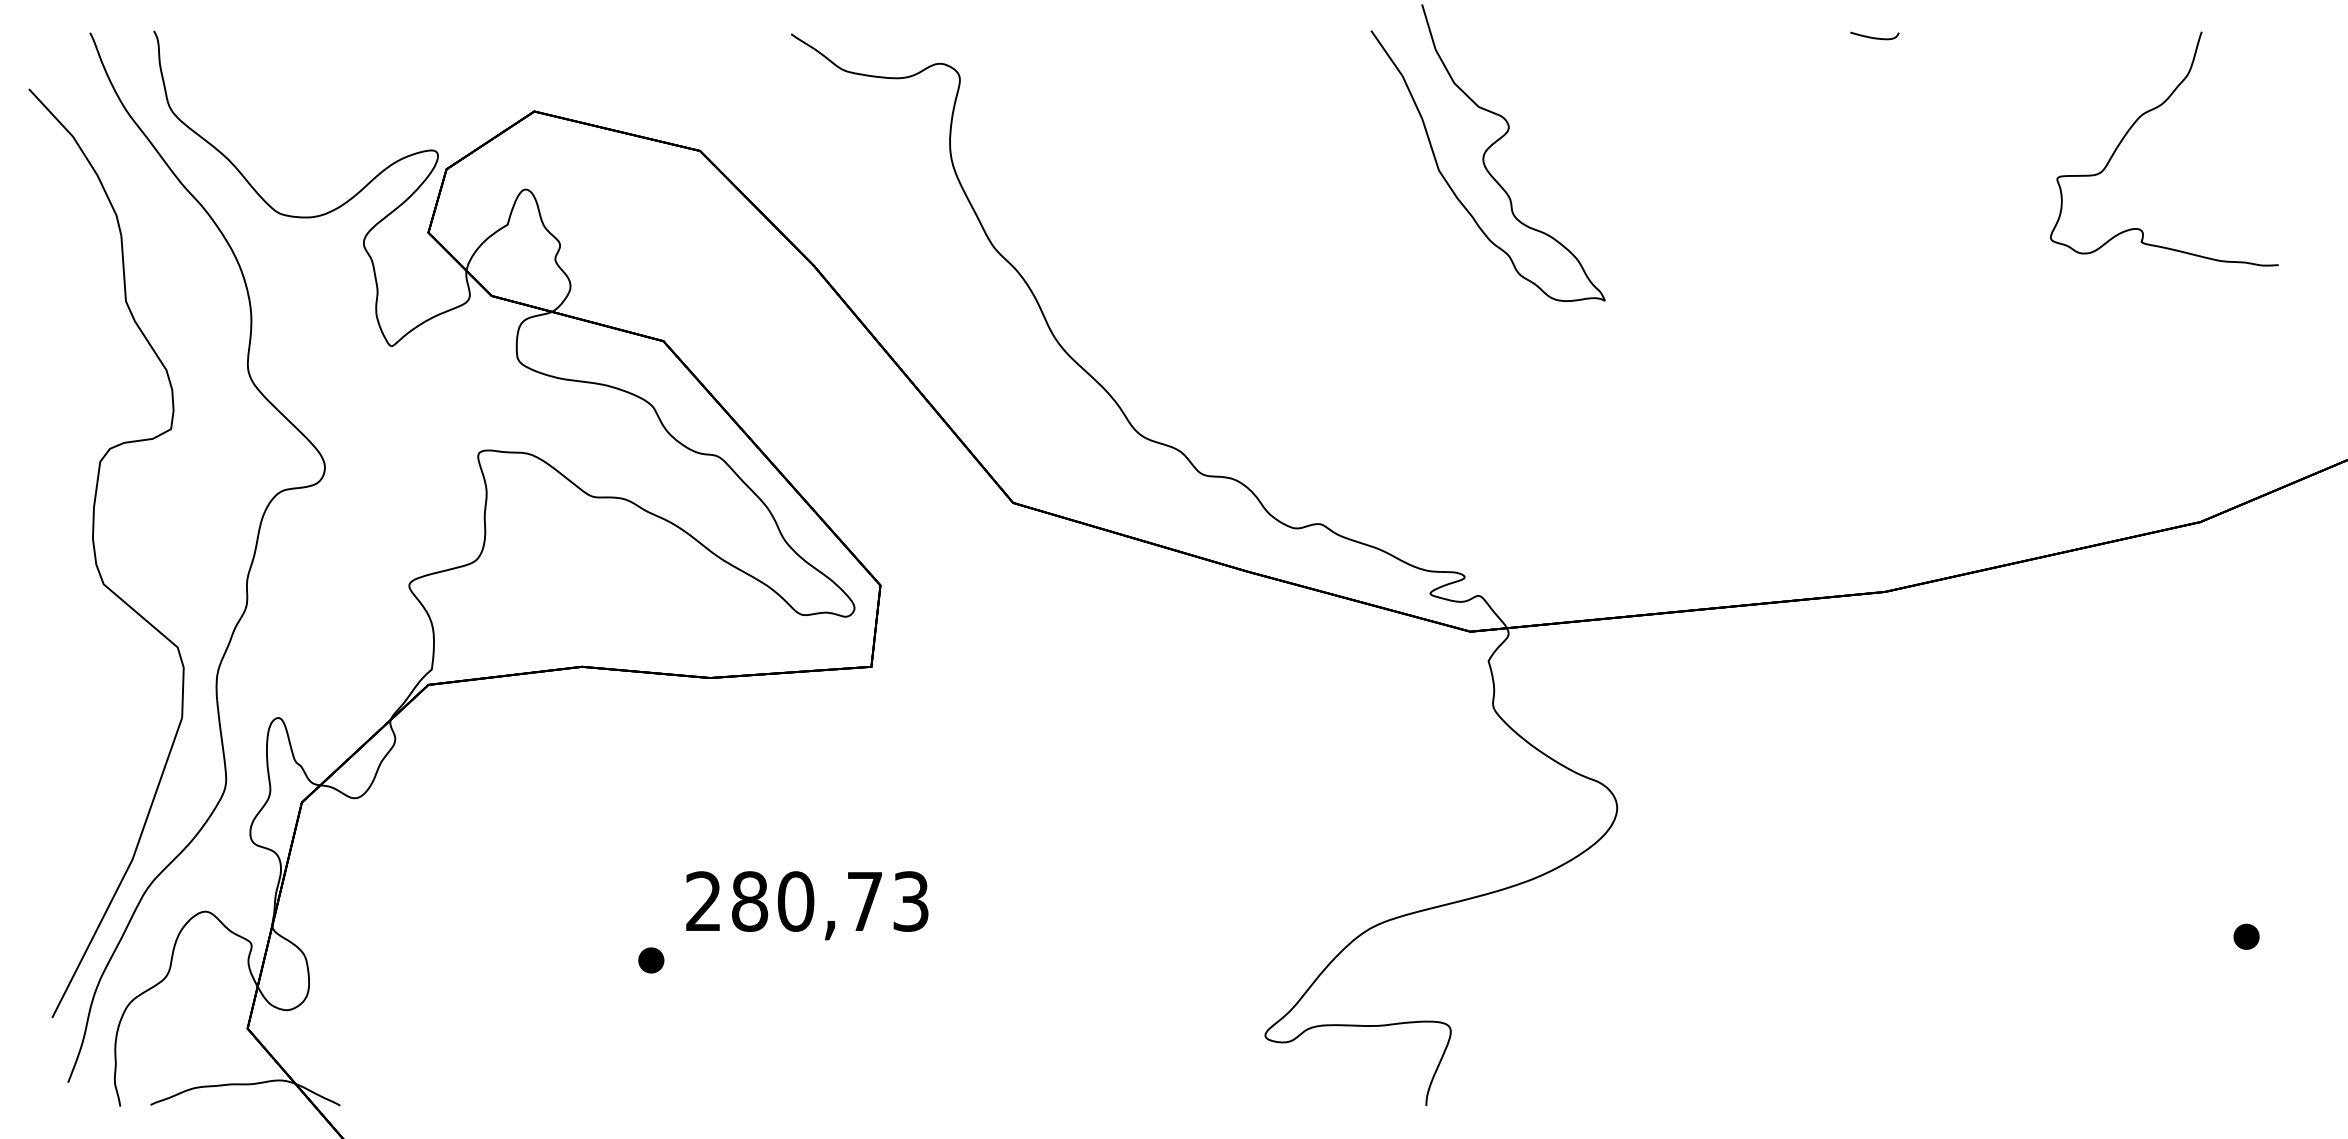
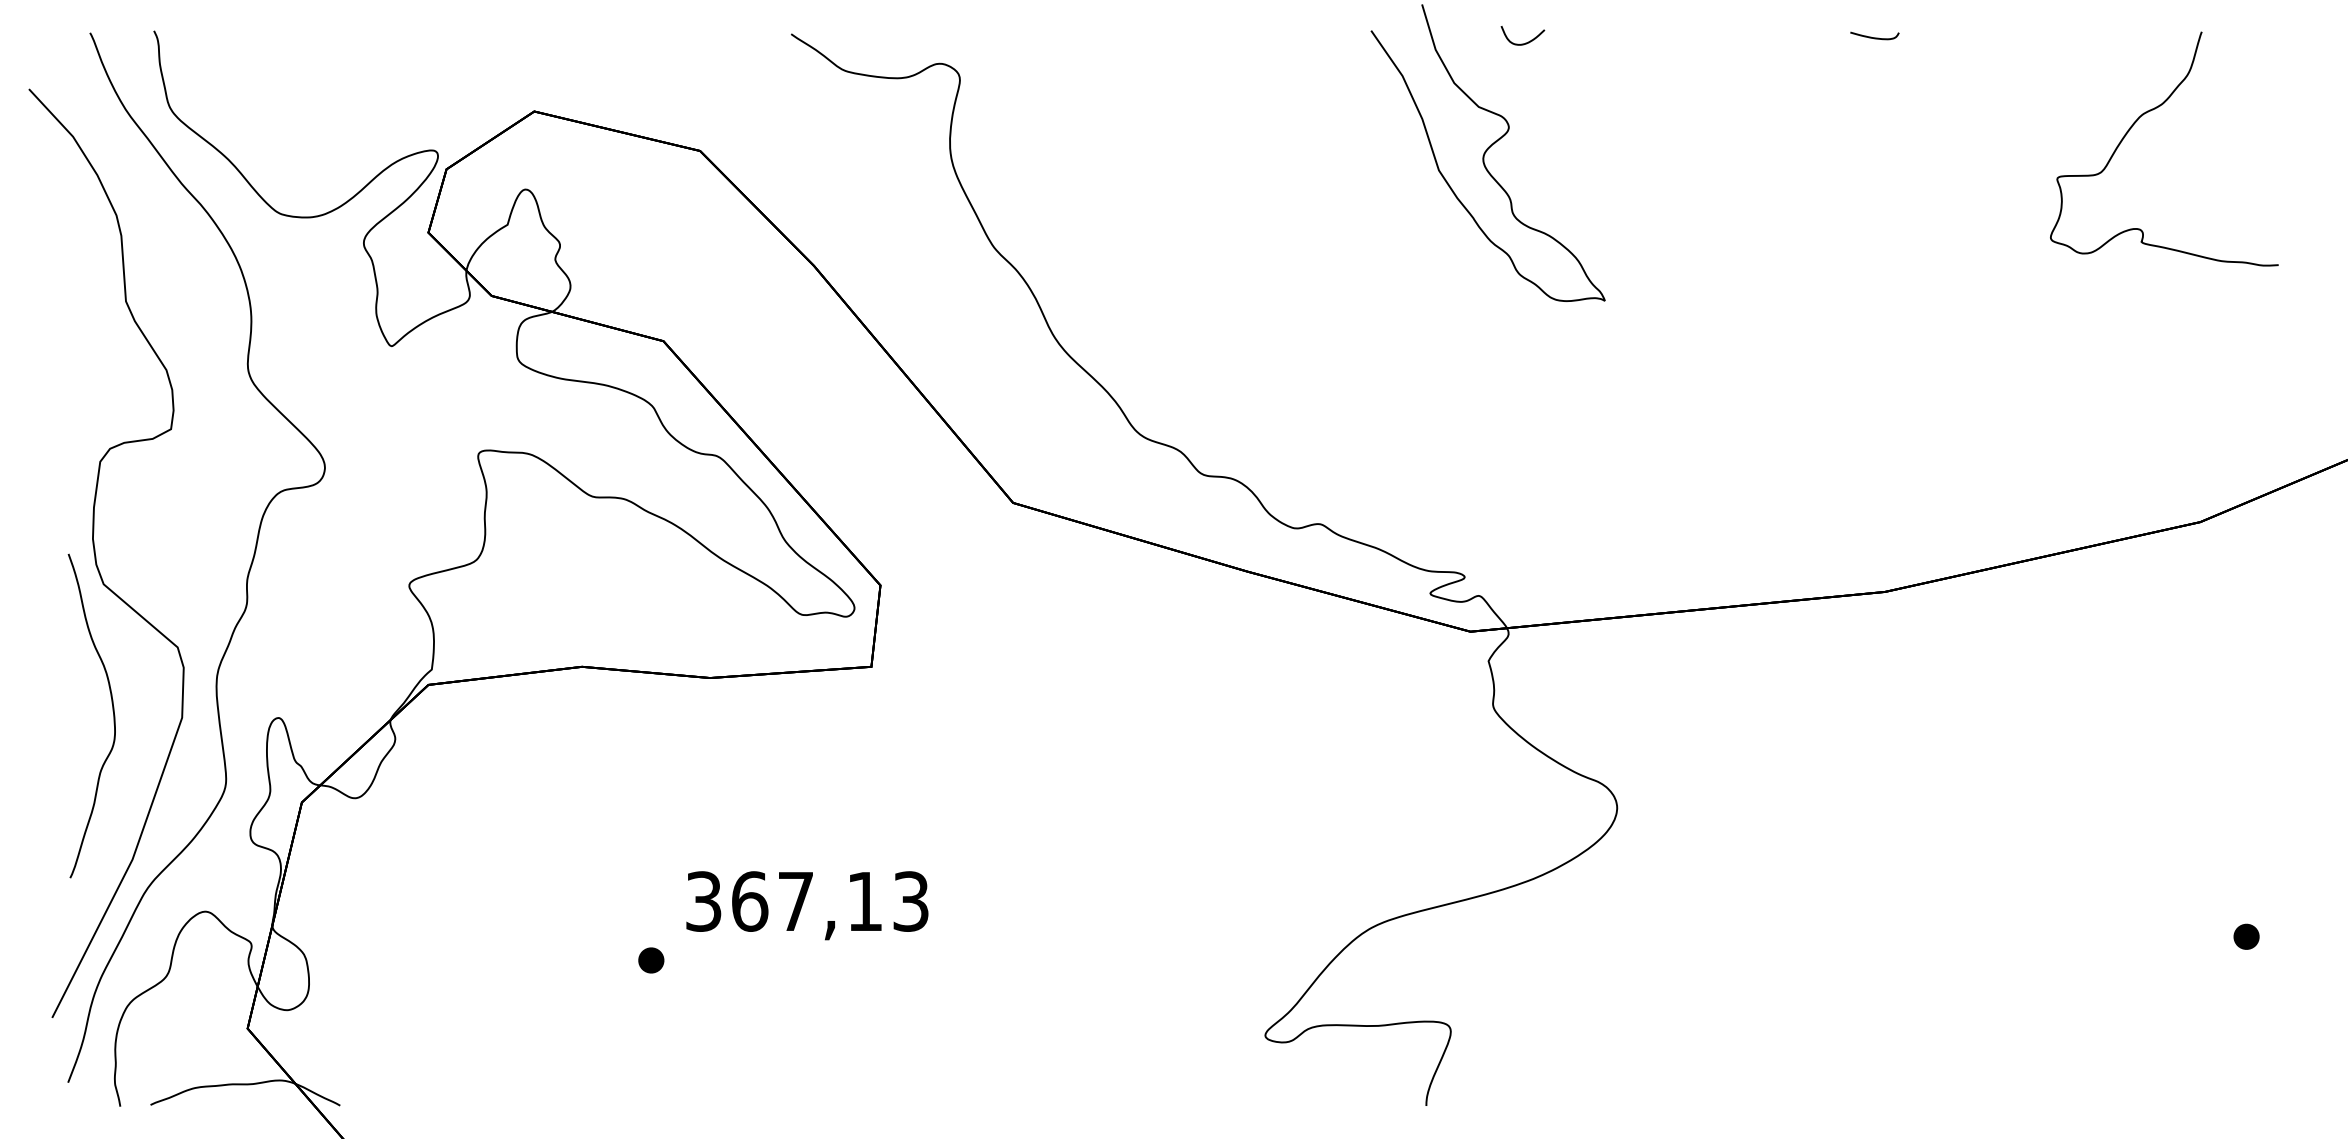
curve at (1525, 42): none -> present
curve at (112, 711): none -> present
text at (783, 901): 280,73 -> 367,13
